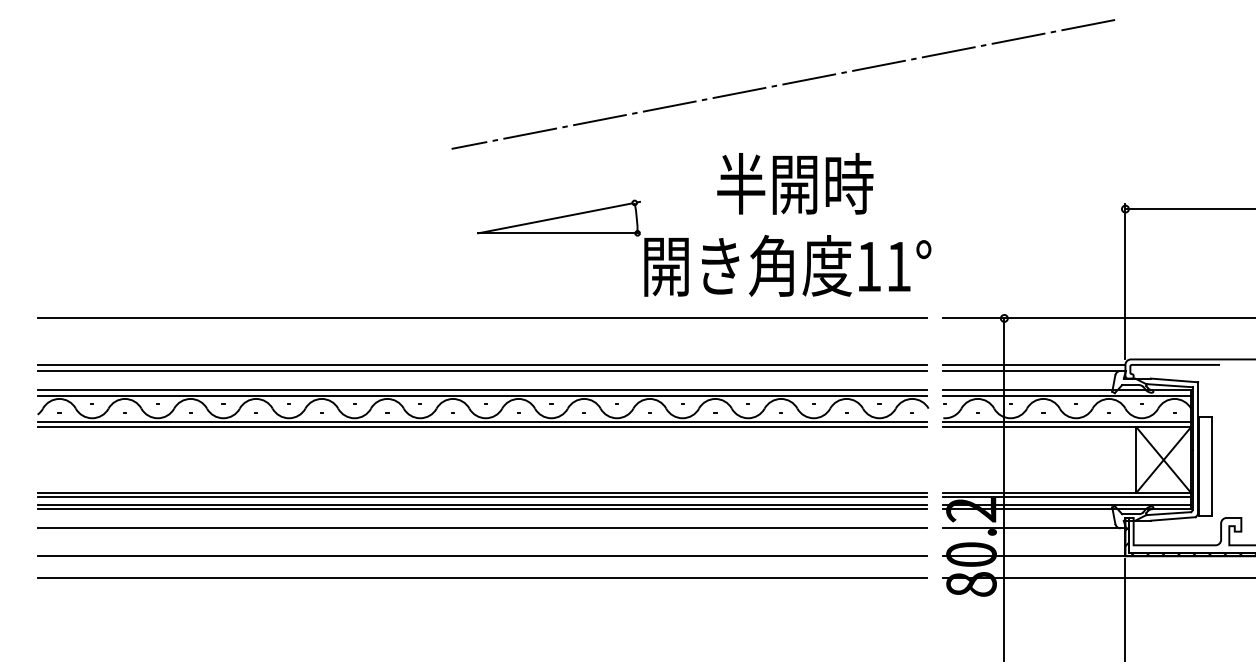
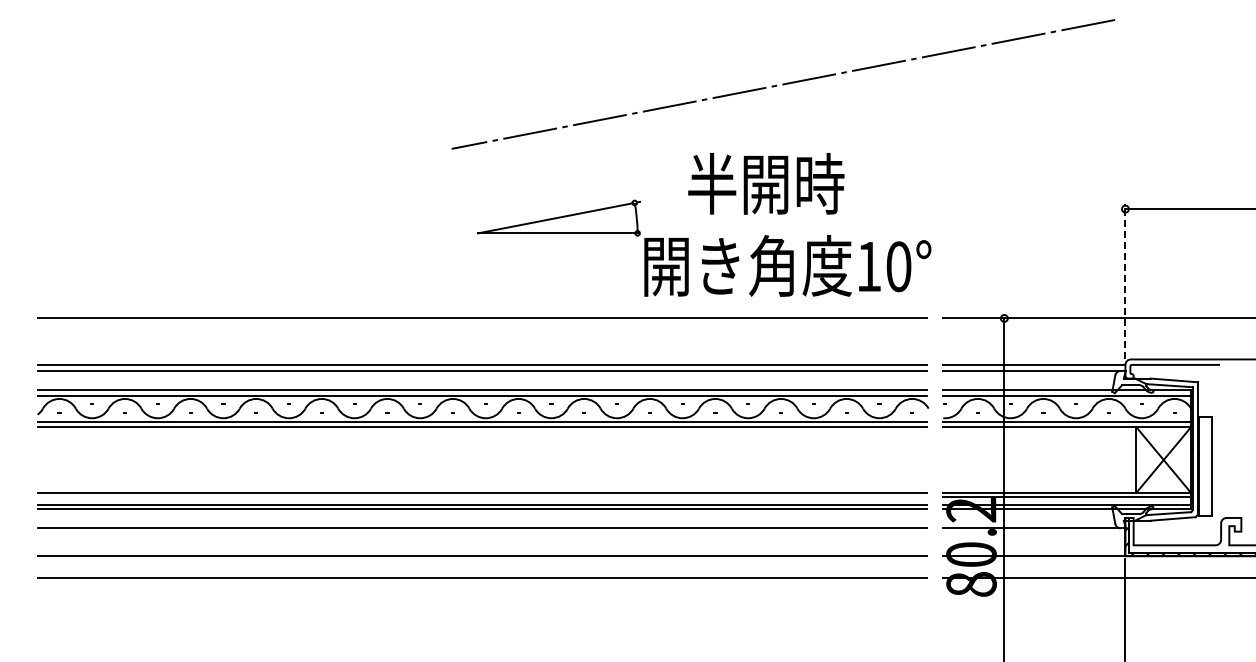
text at (795, 183) position: (795, 183) -> (766, 183)
text at (898, 266): 11° -> 10°
line at (1125, 281): solid -> dashed
line at (481, 496): present -> none
